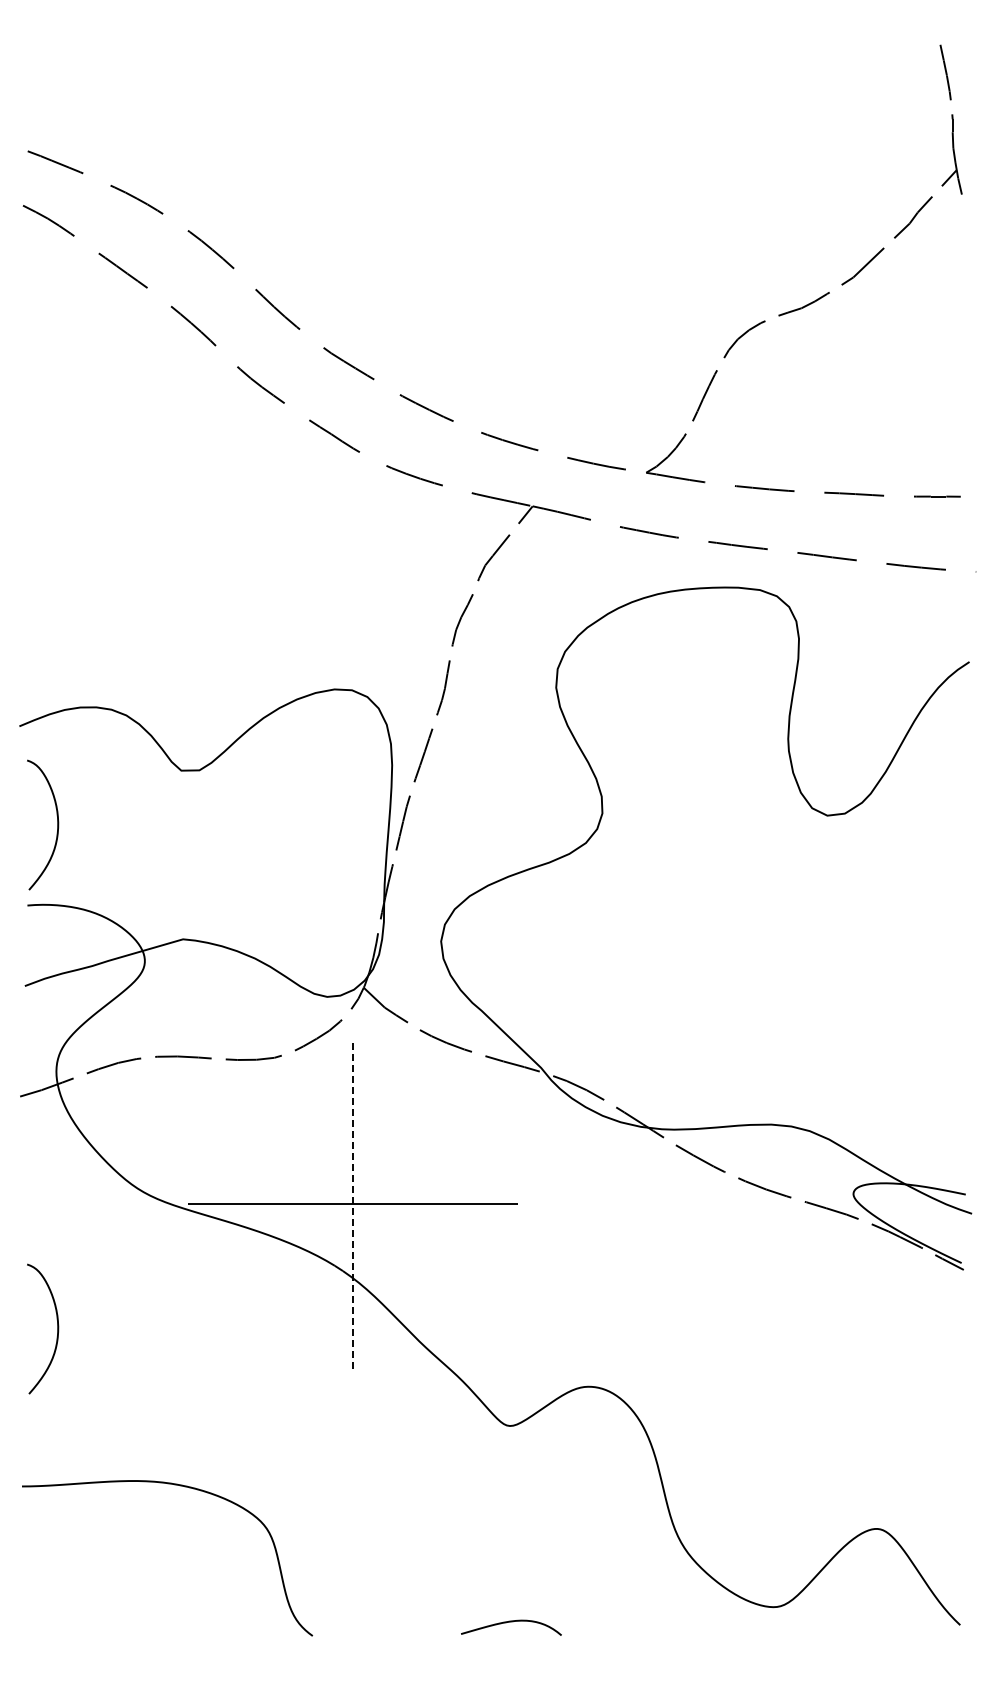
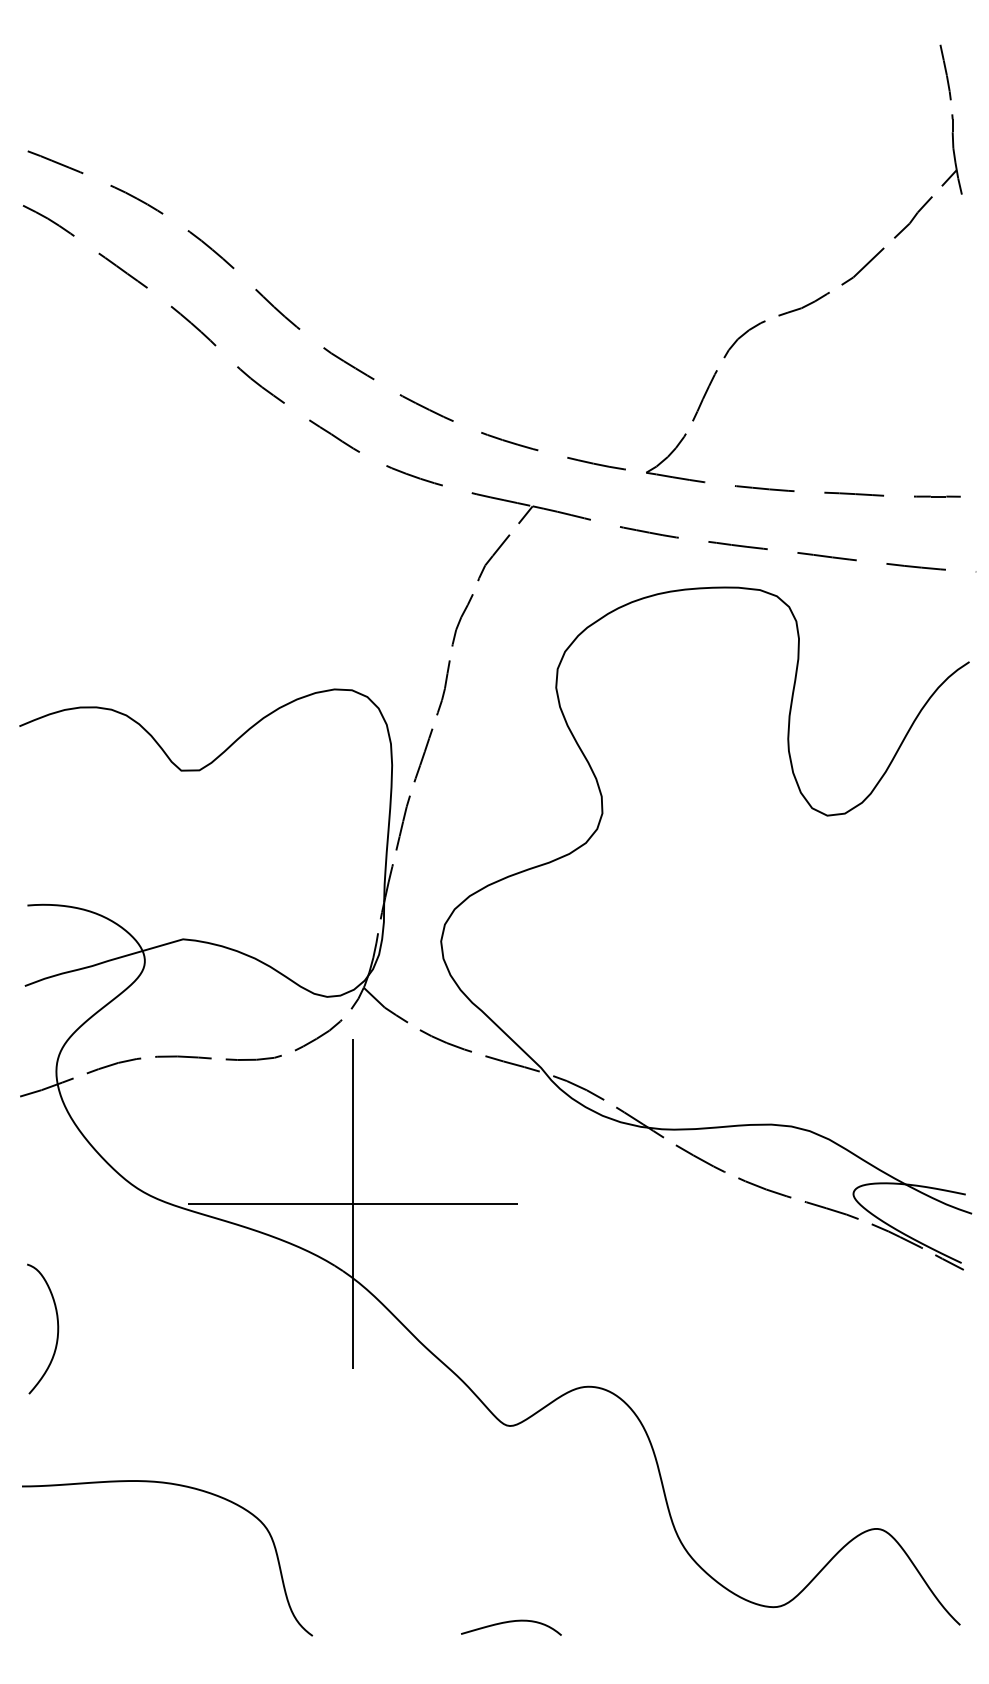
curve at (57, 824): present -> none
line at (353, 1204): dashed -> solid
